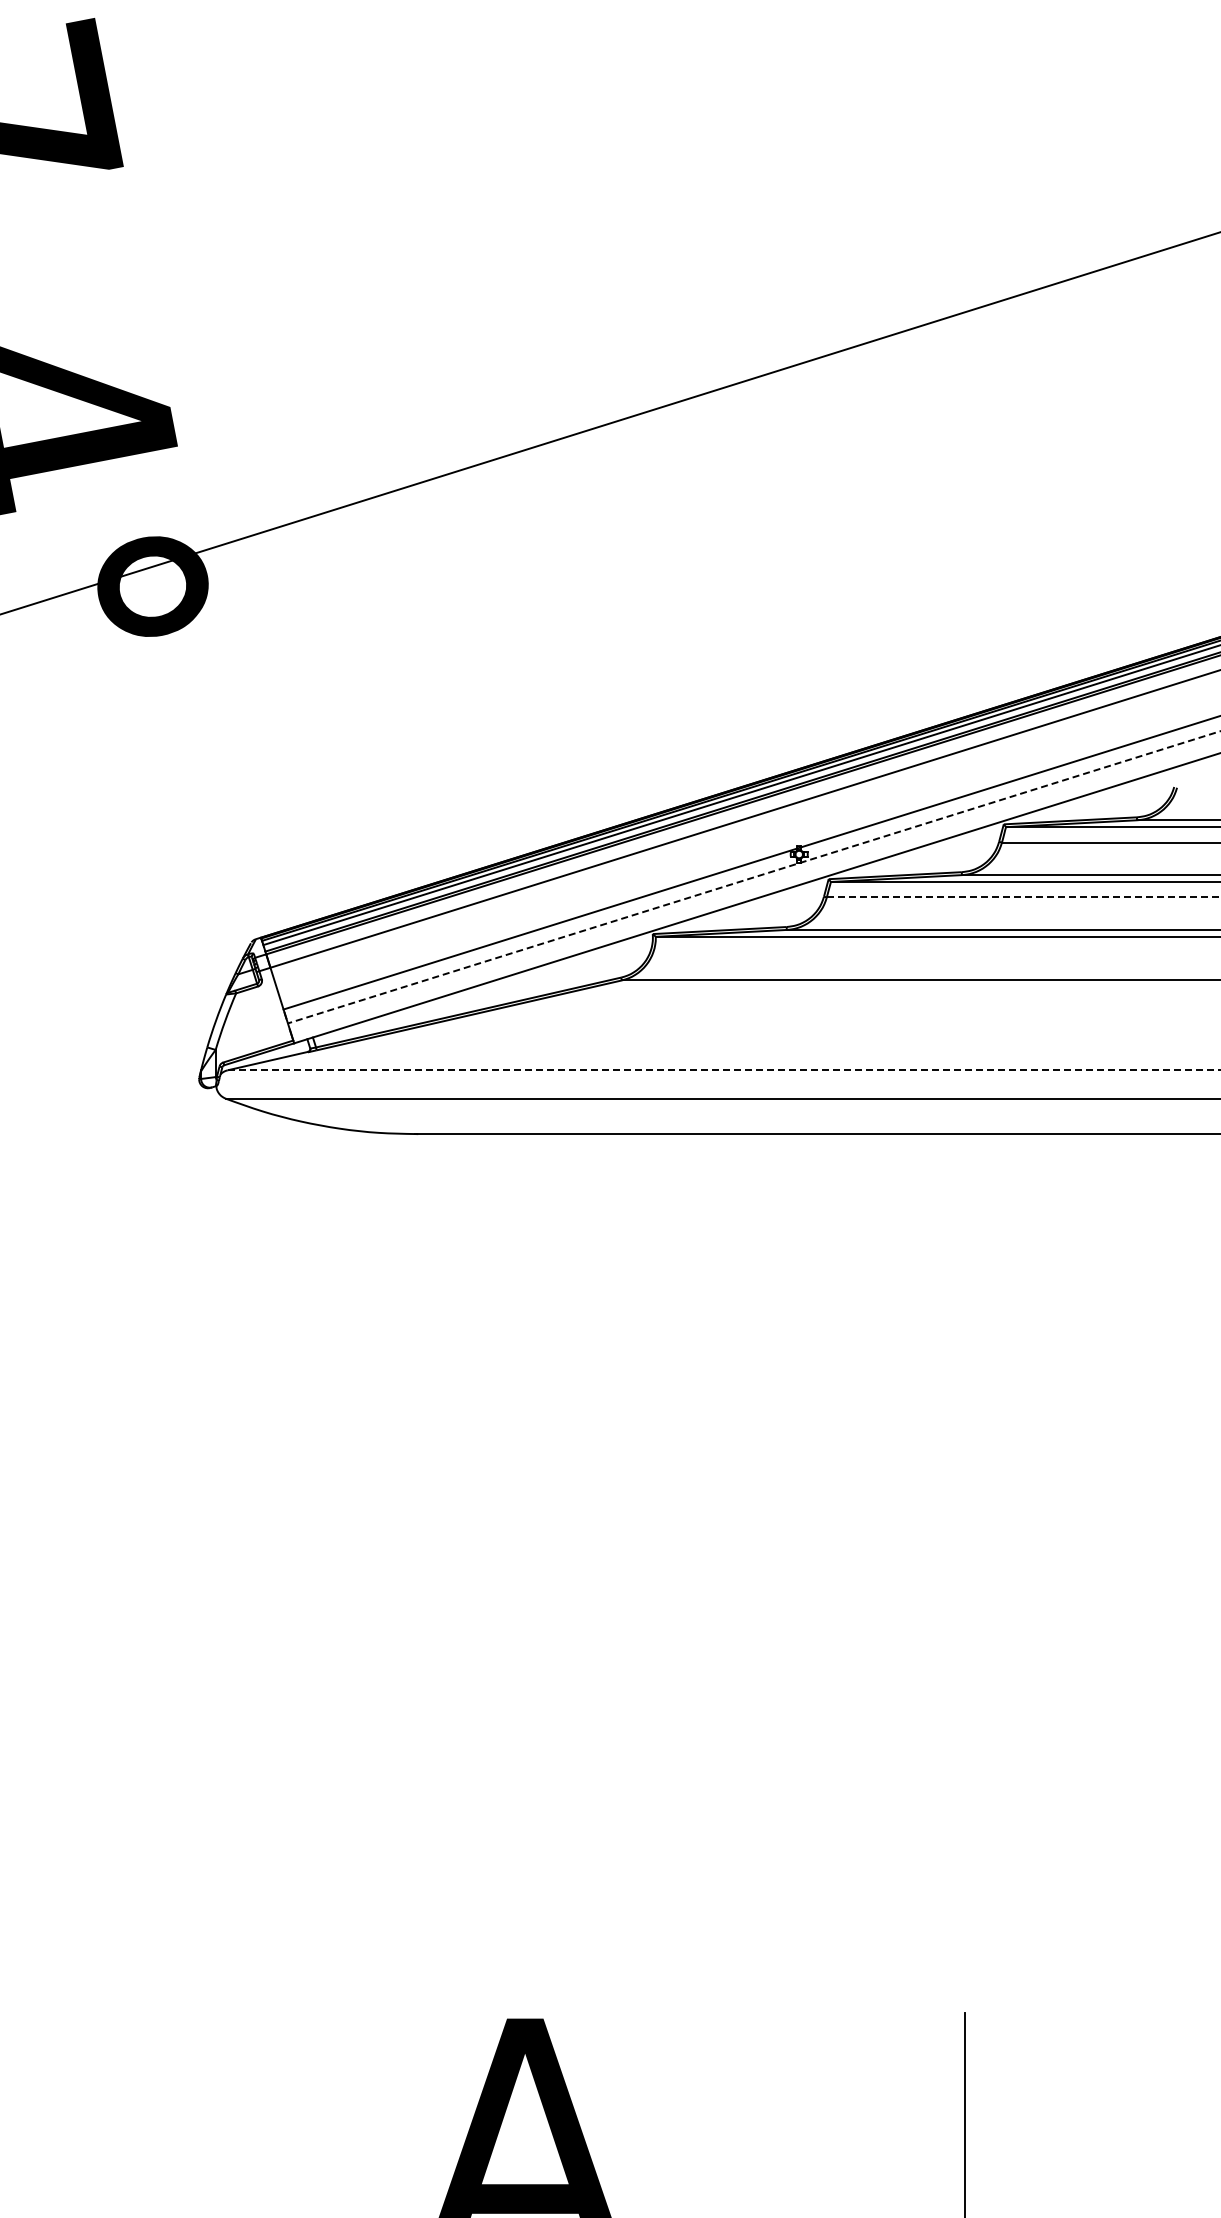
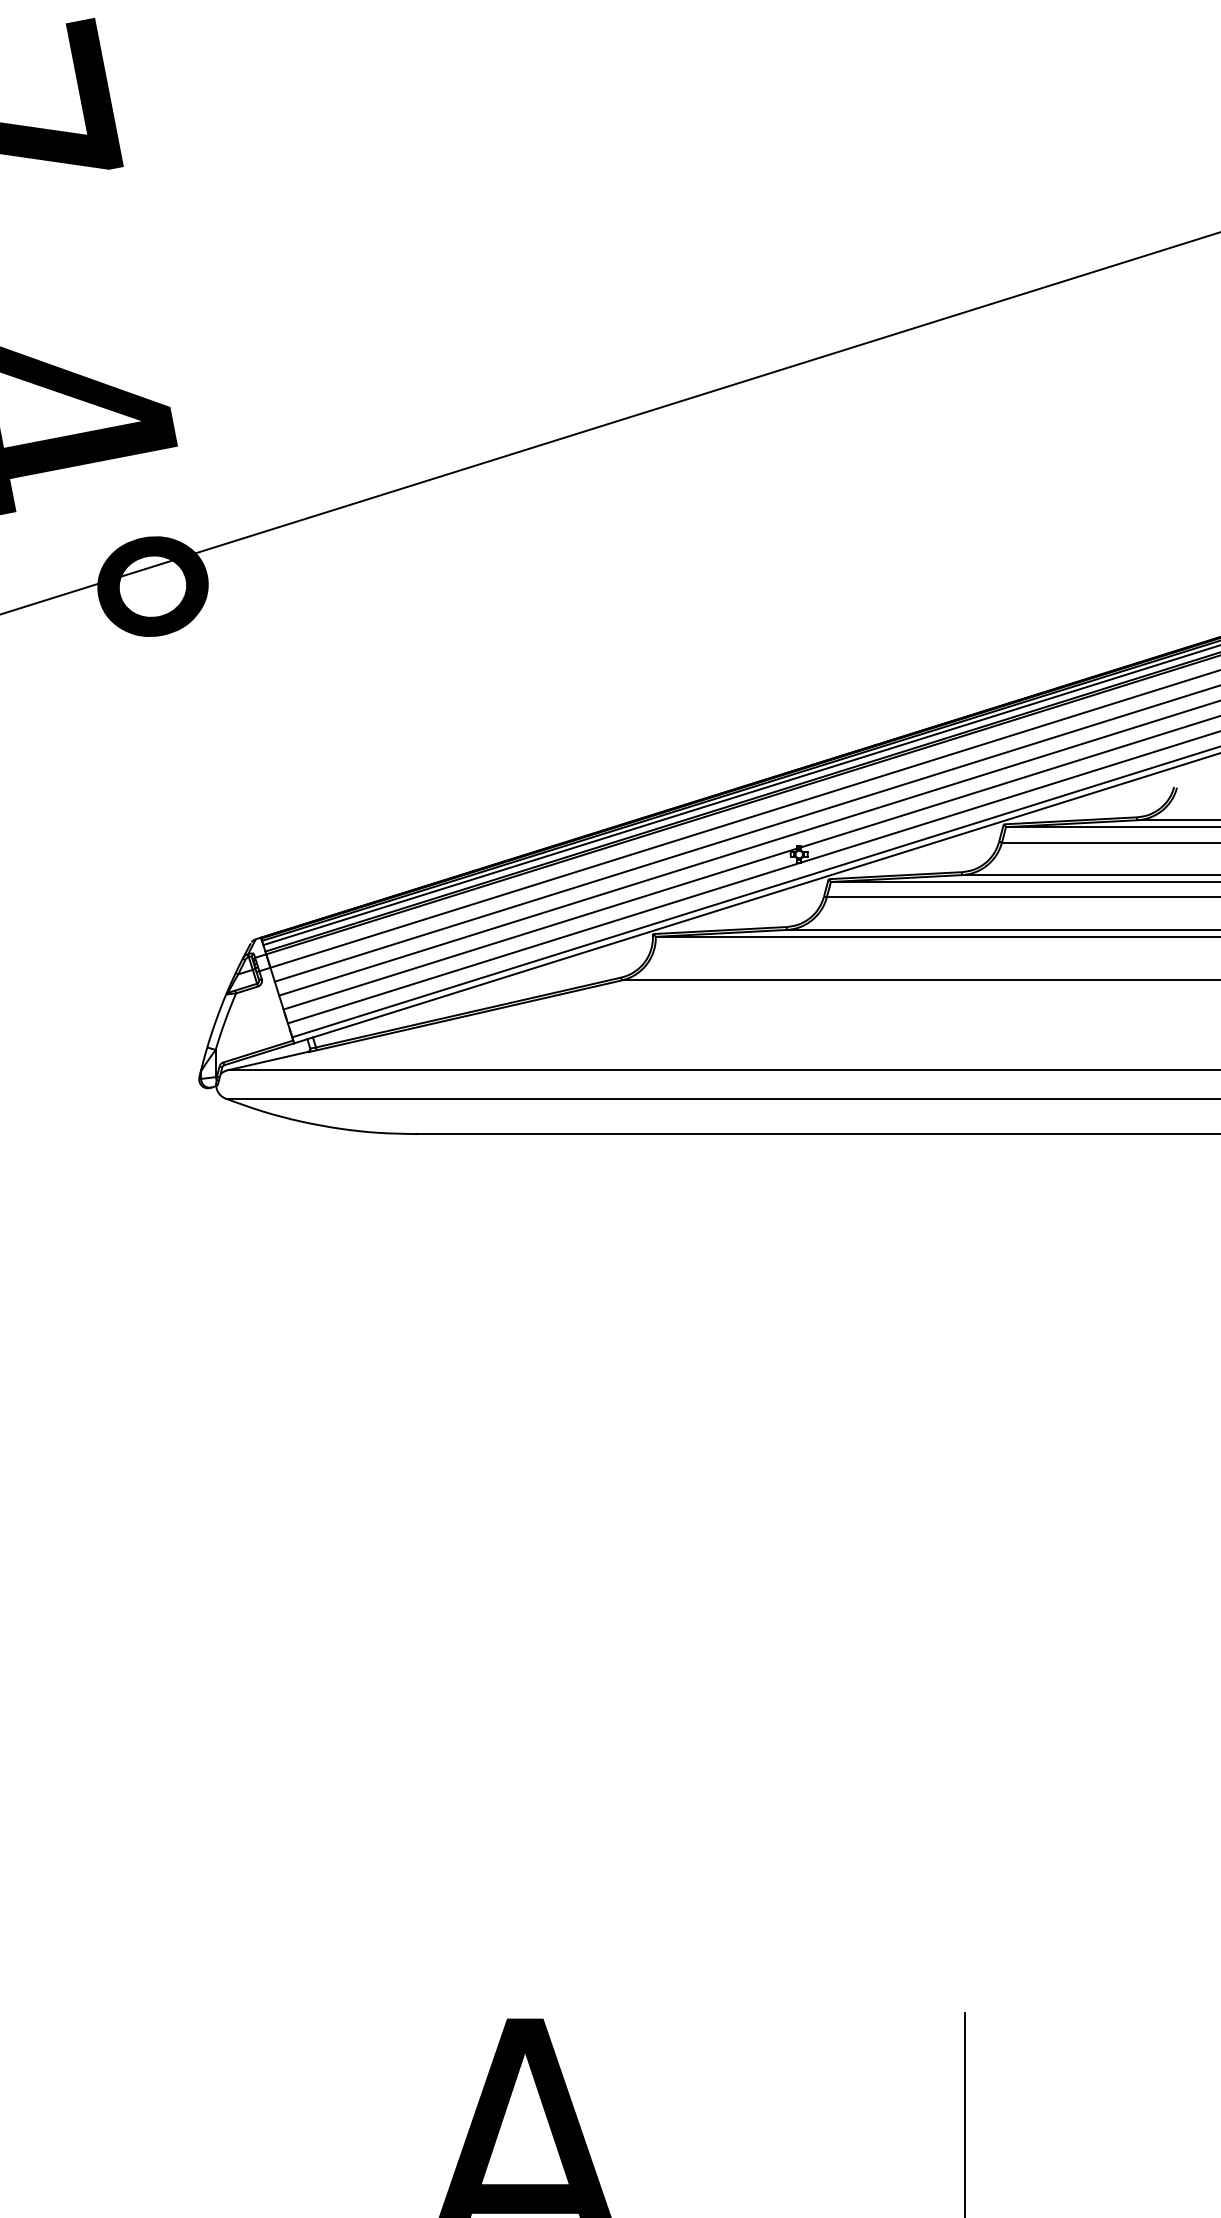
line at (745, 833): none -> present
line at (748, 848): none -> present
line at (753, 877): dashed -> solid
line at (754, 892): none -> present
line at (1023, 897): dashed -> solid
line at (724, 1070): dashed -> solid
